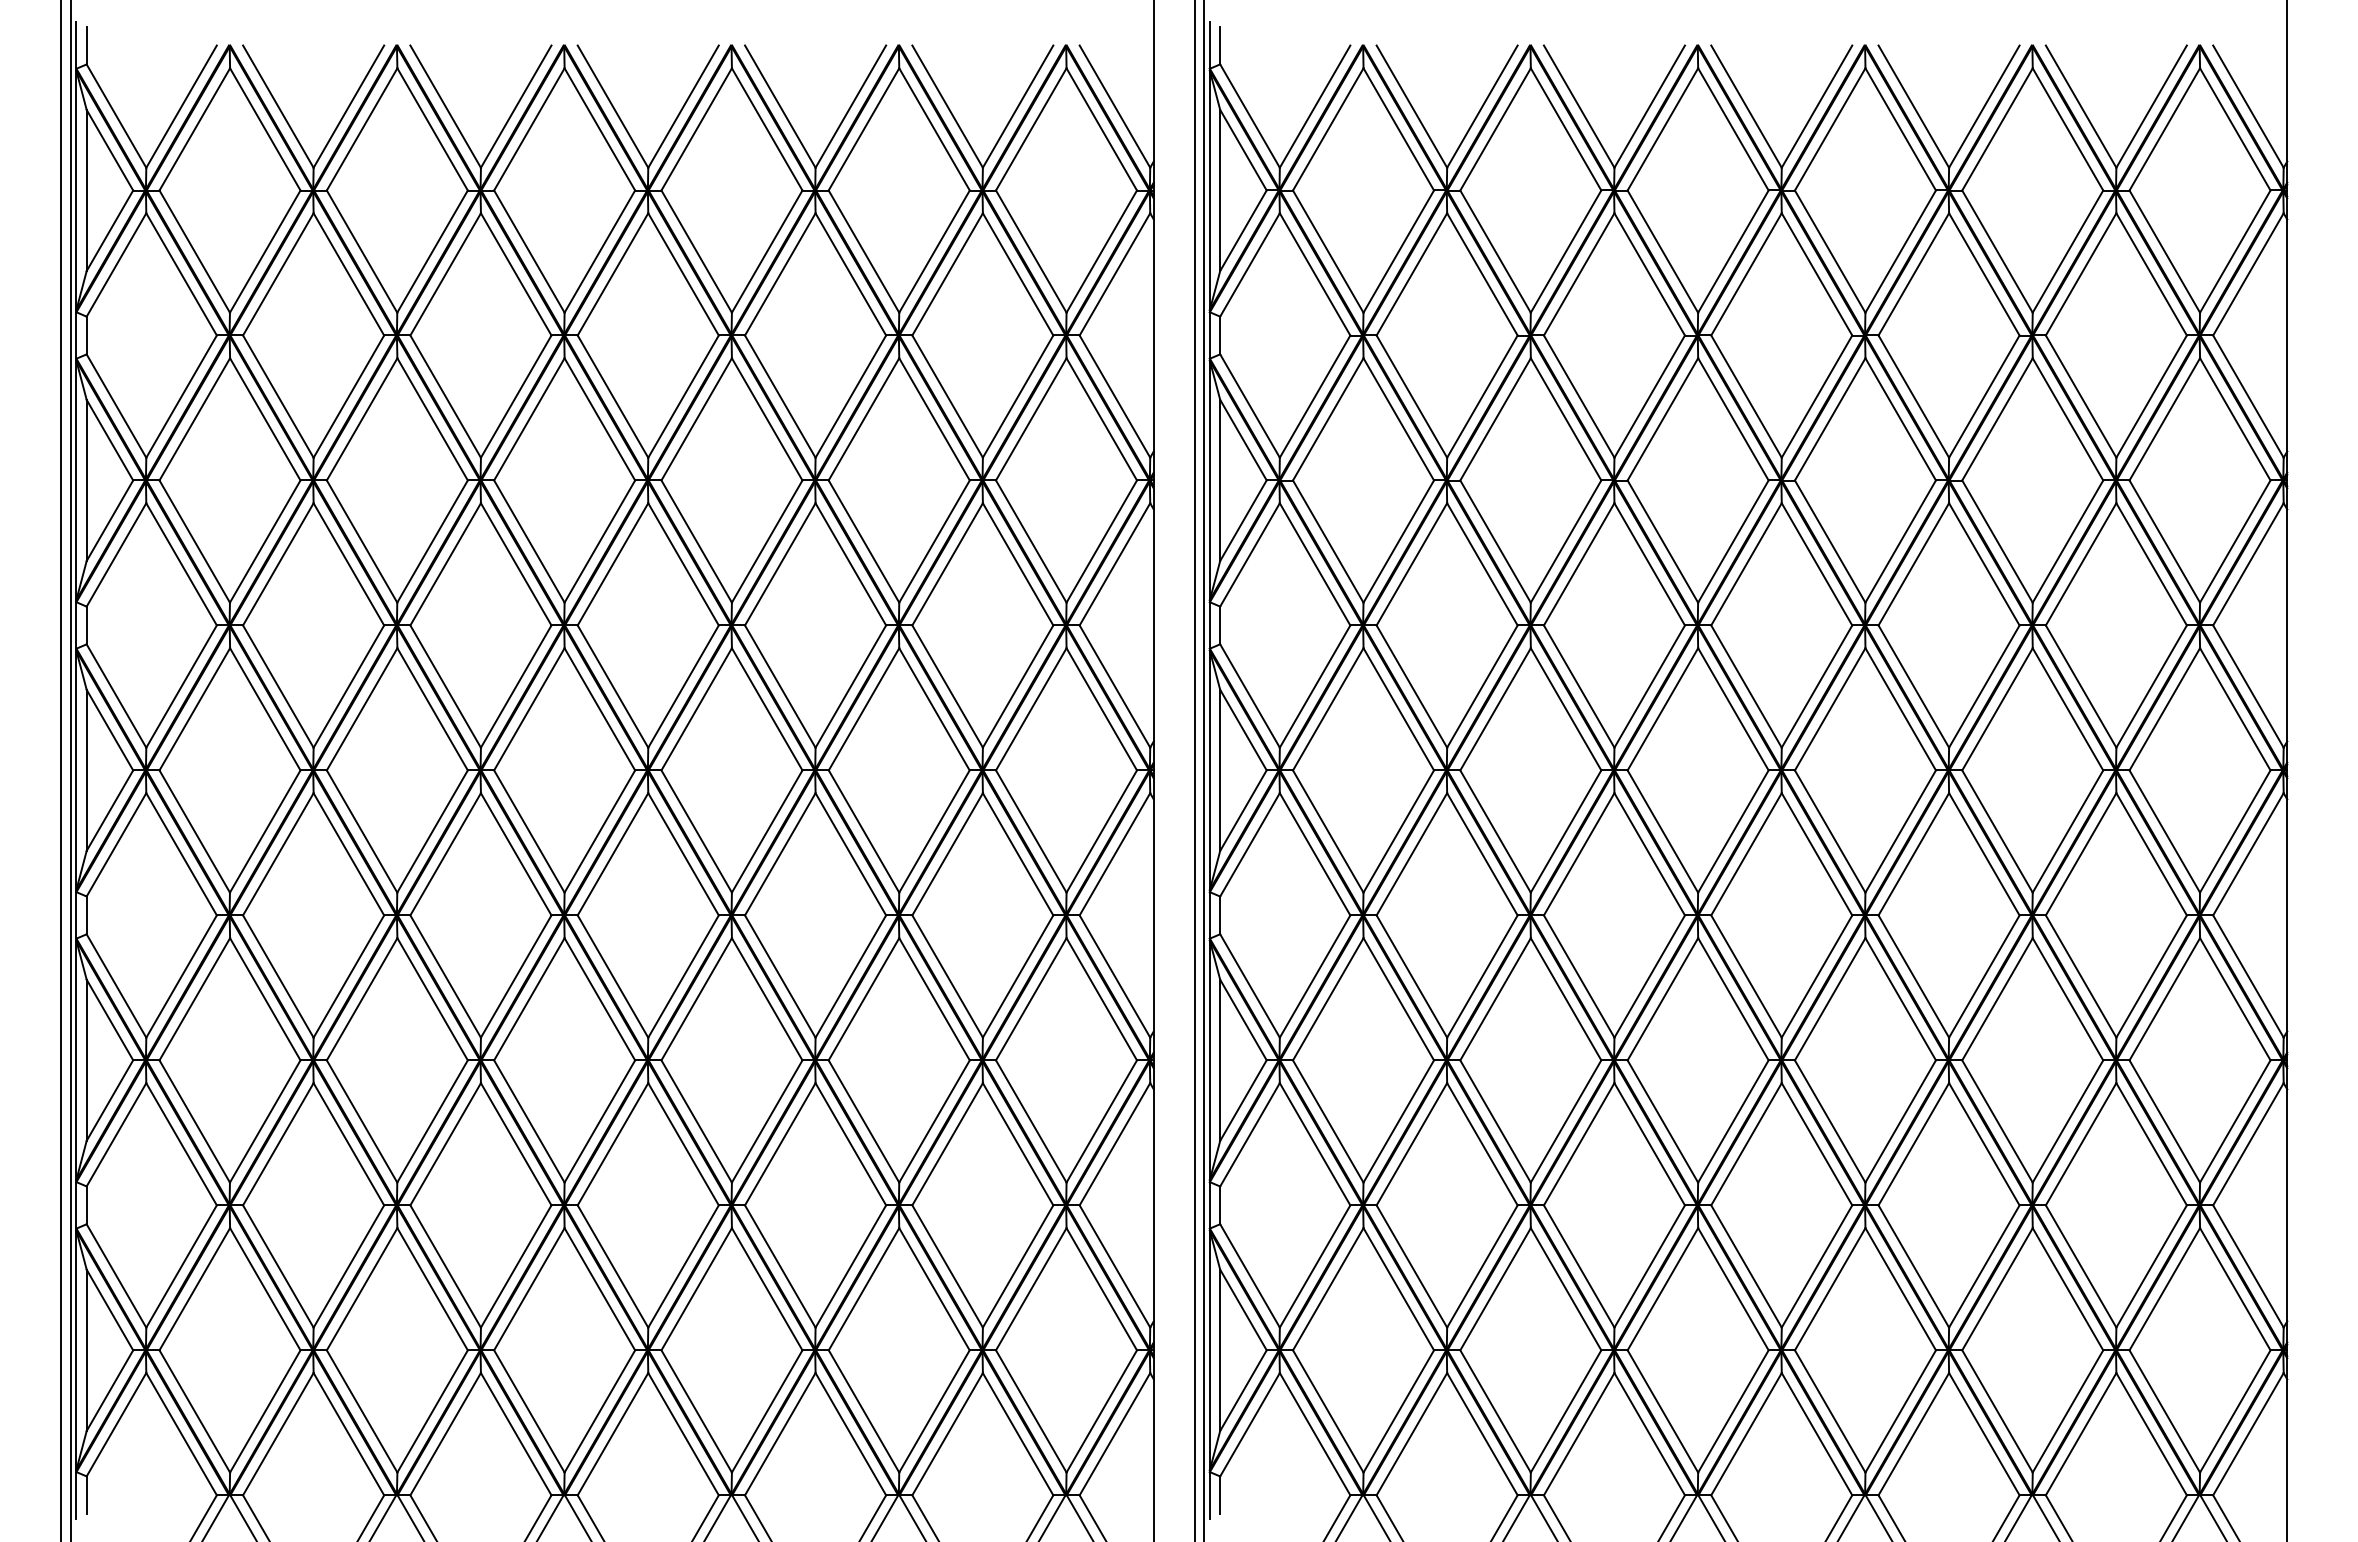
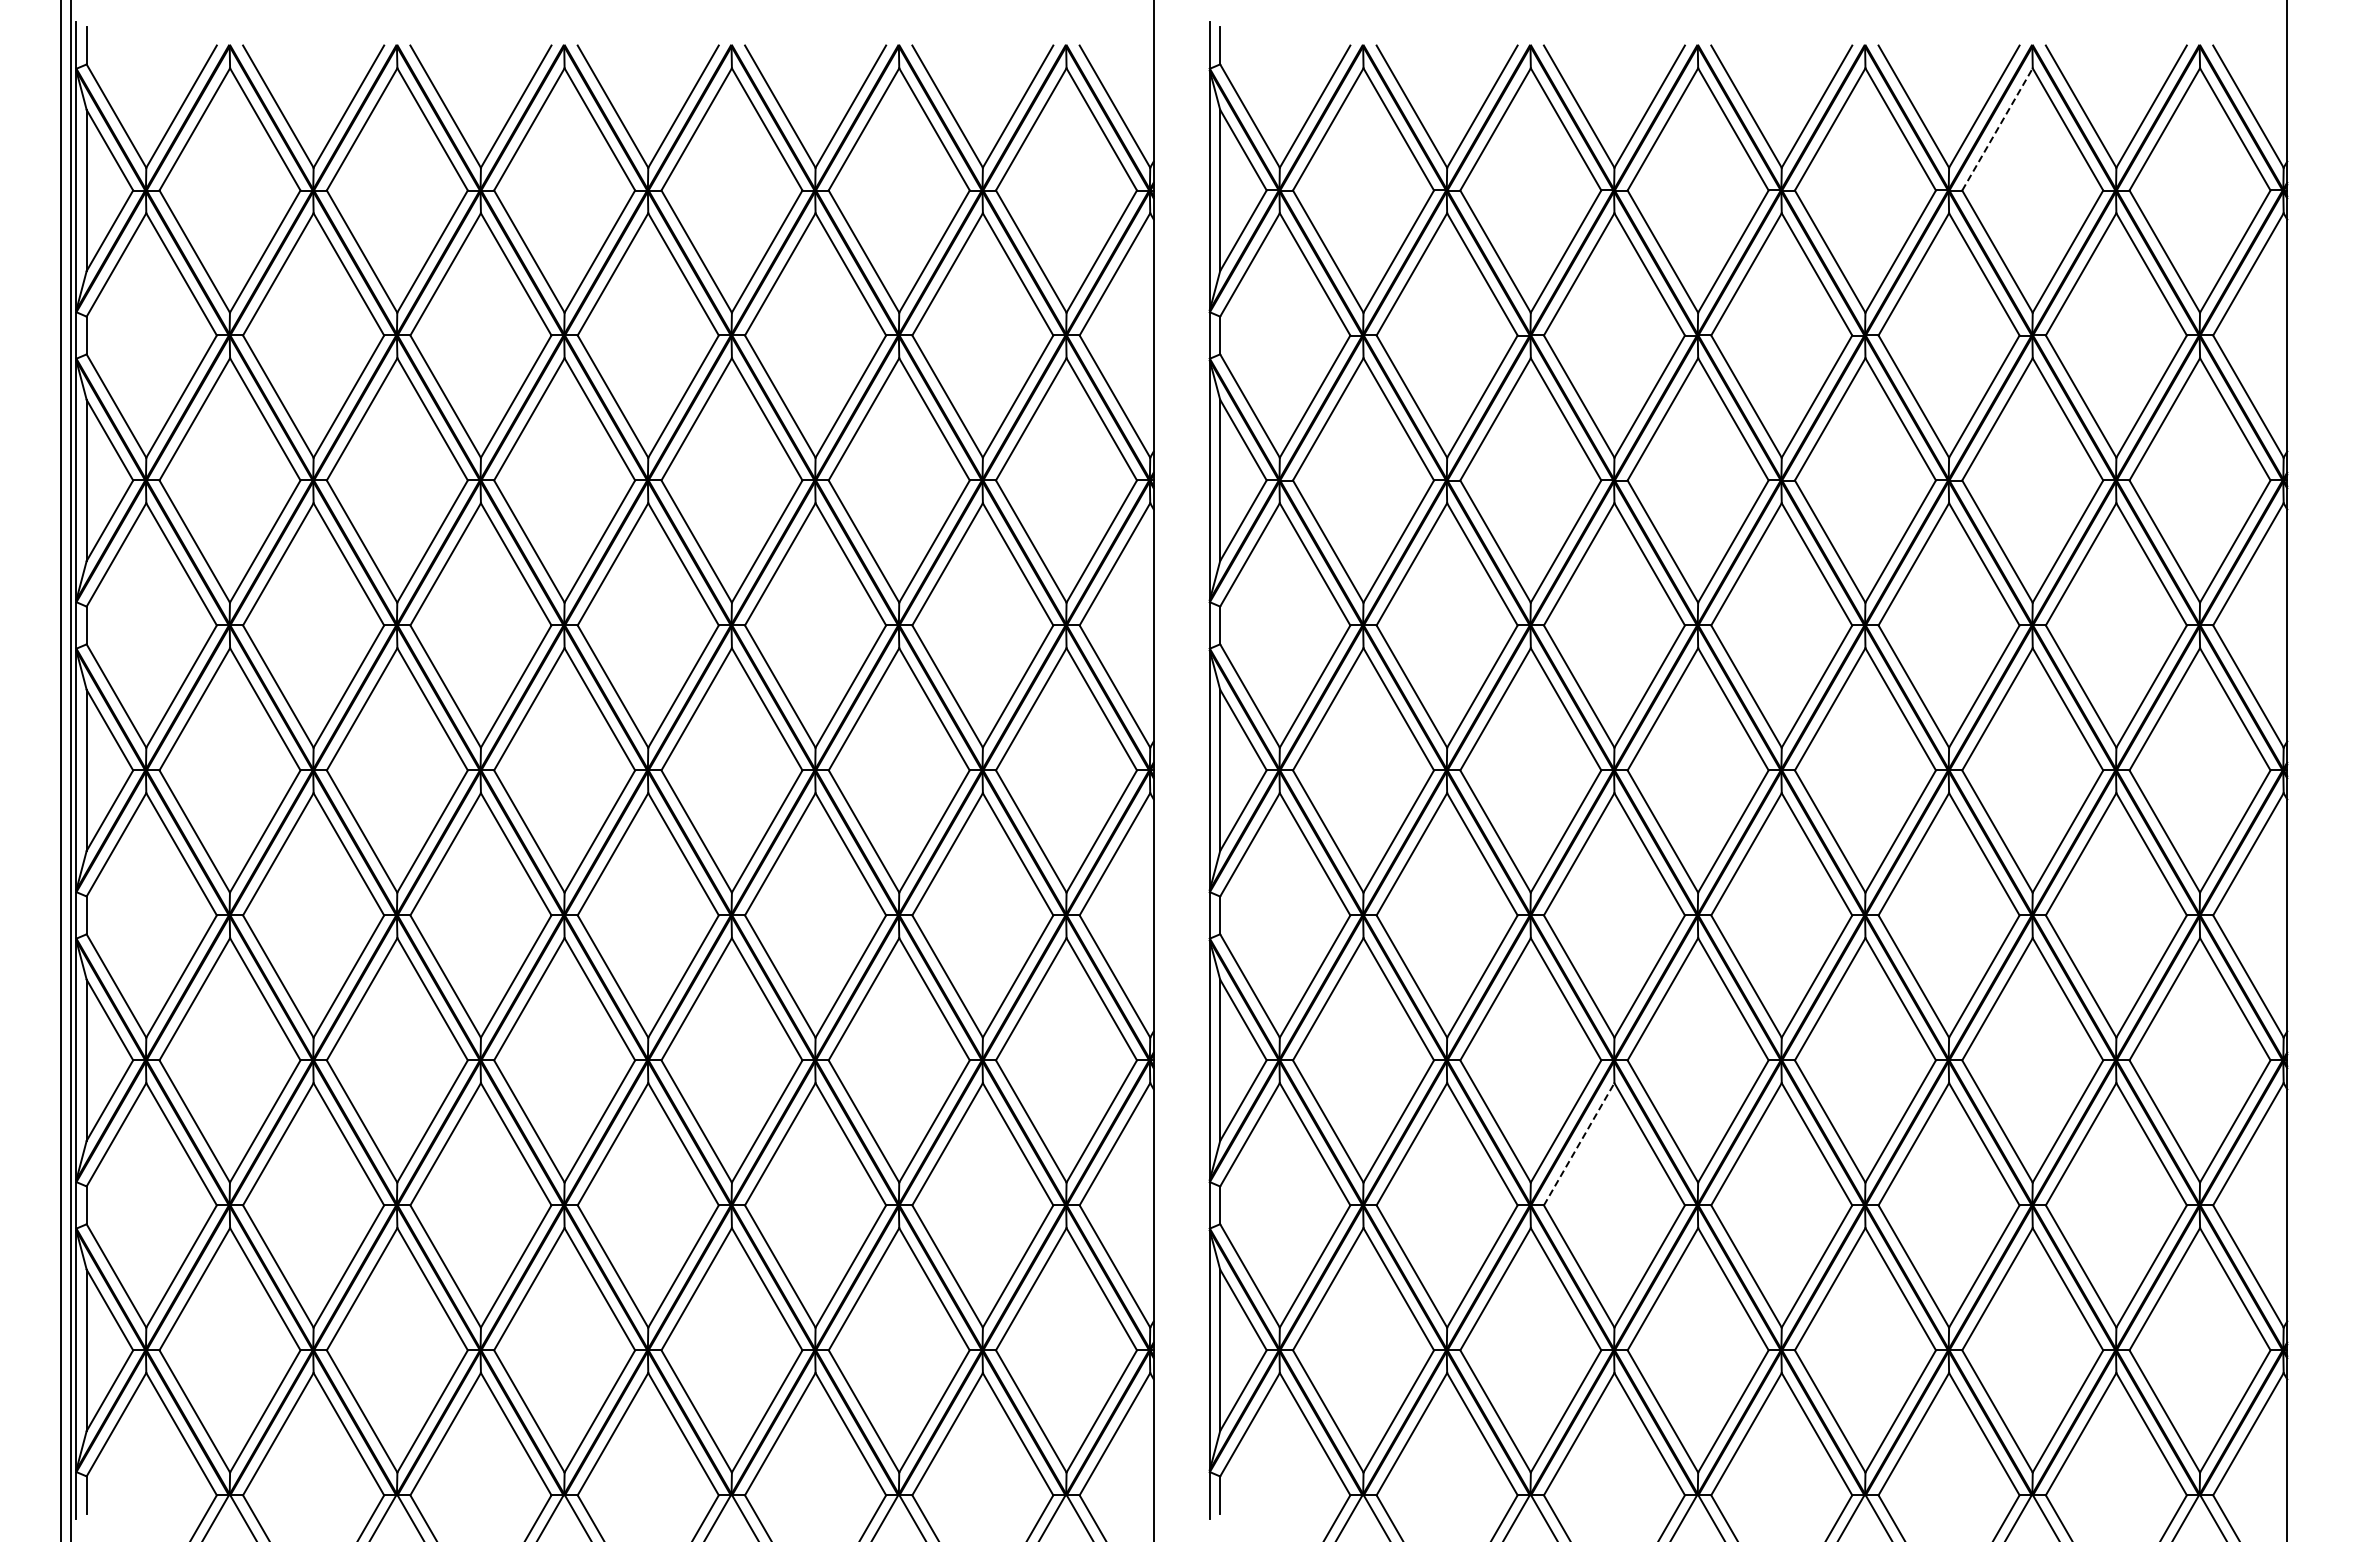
line at (1997, 129): solid -> dashed
line at (1194, 770): present -> none
line at (1204, 770): present -> none
line at (1579, 1144): solid -> dashed
